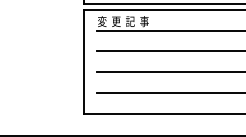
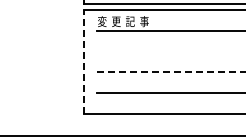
line at (169, 51): present -> none
line at (84, 61): solid -> dashed
line at (171, 72): solid -> dashed
